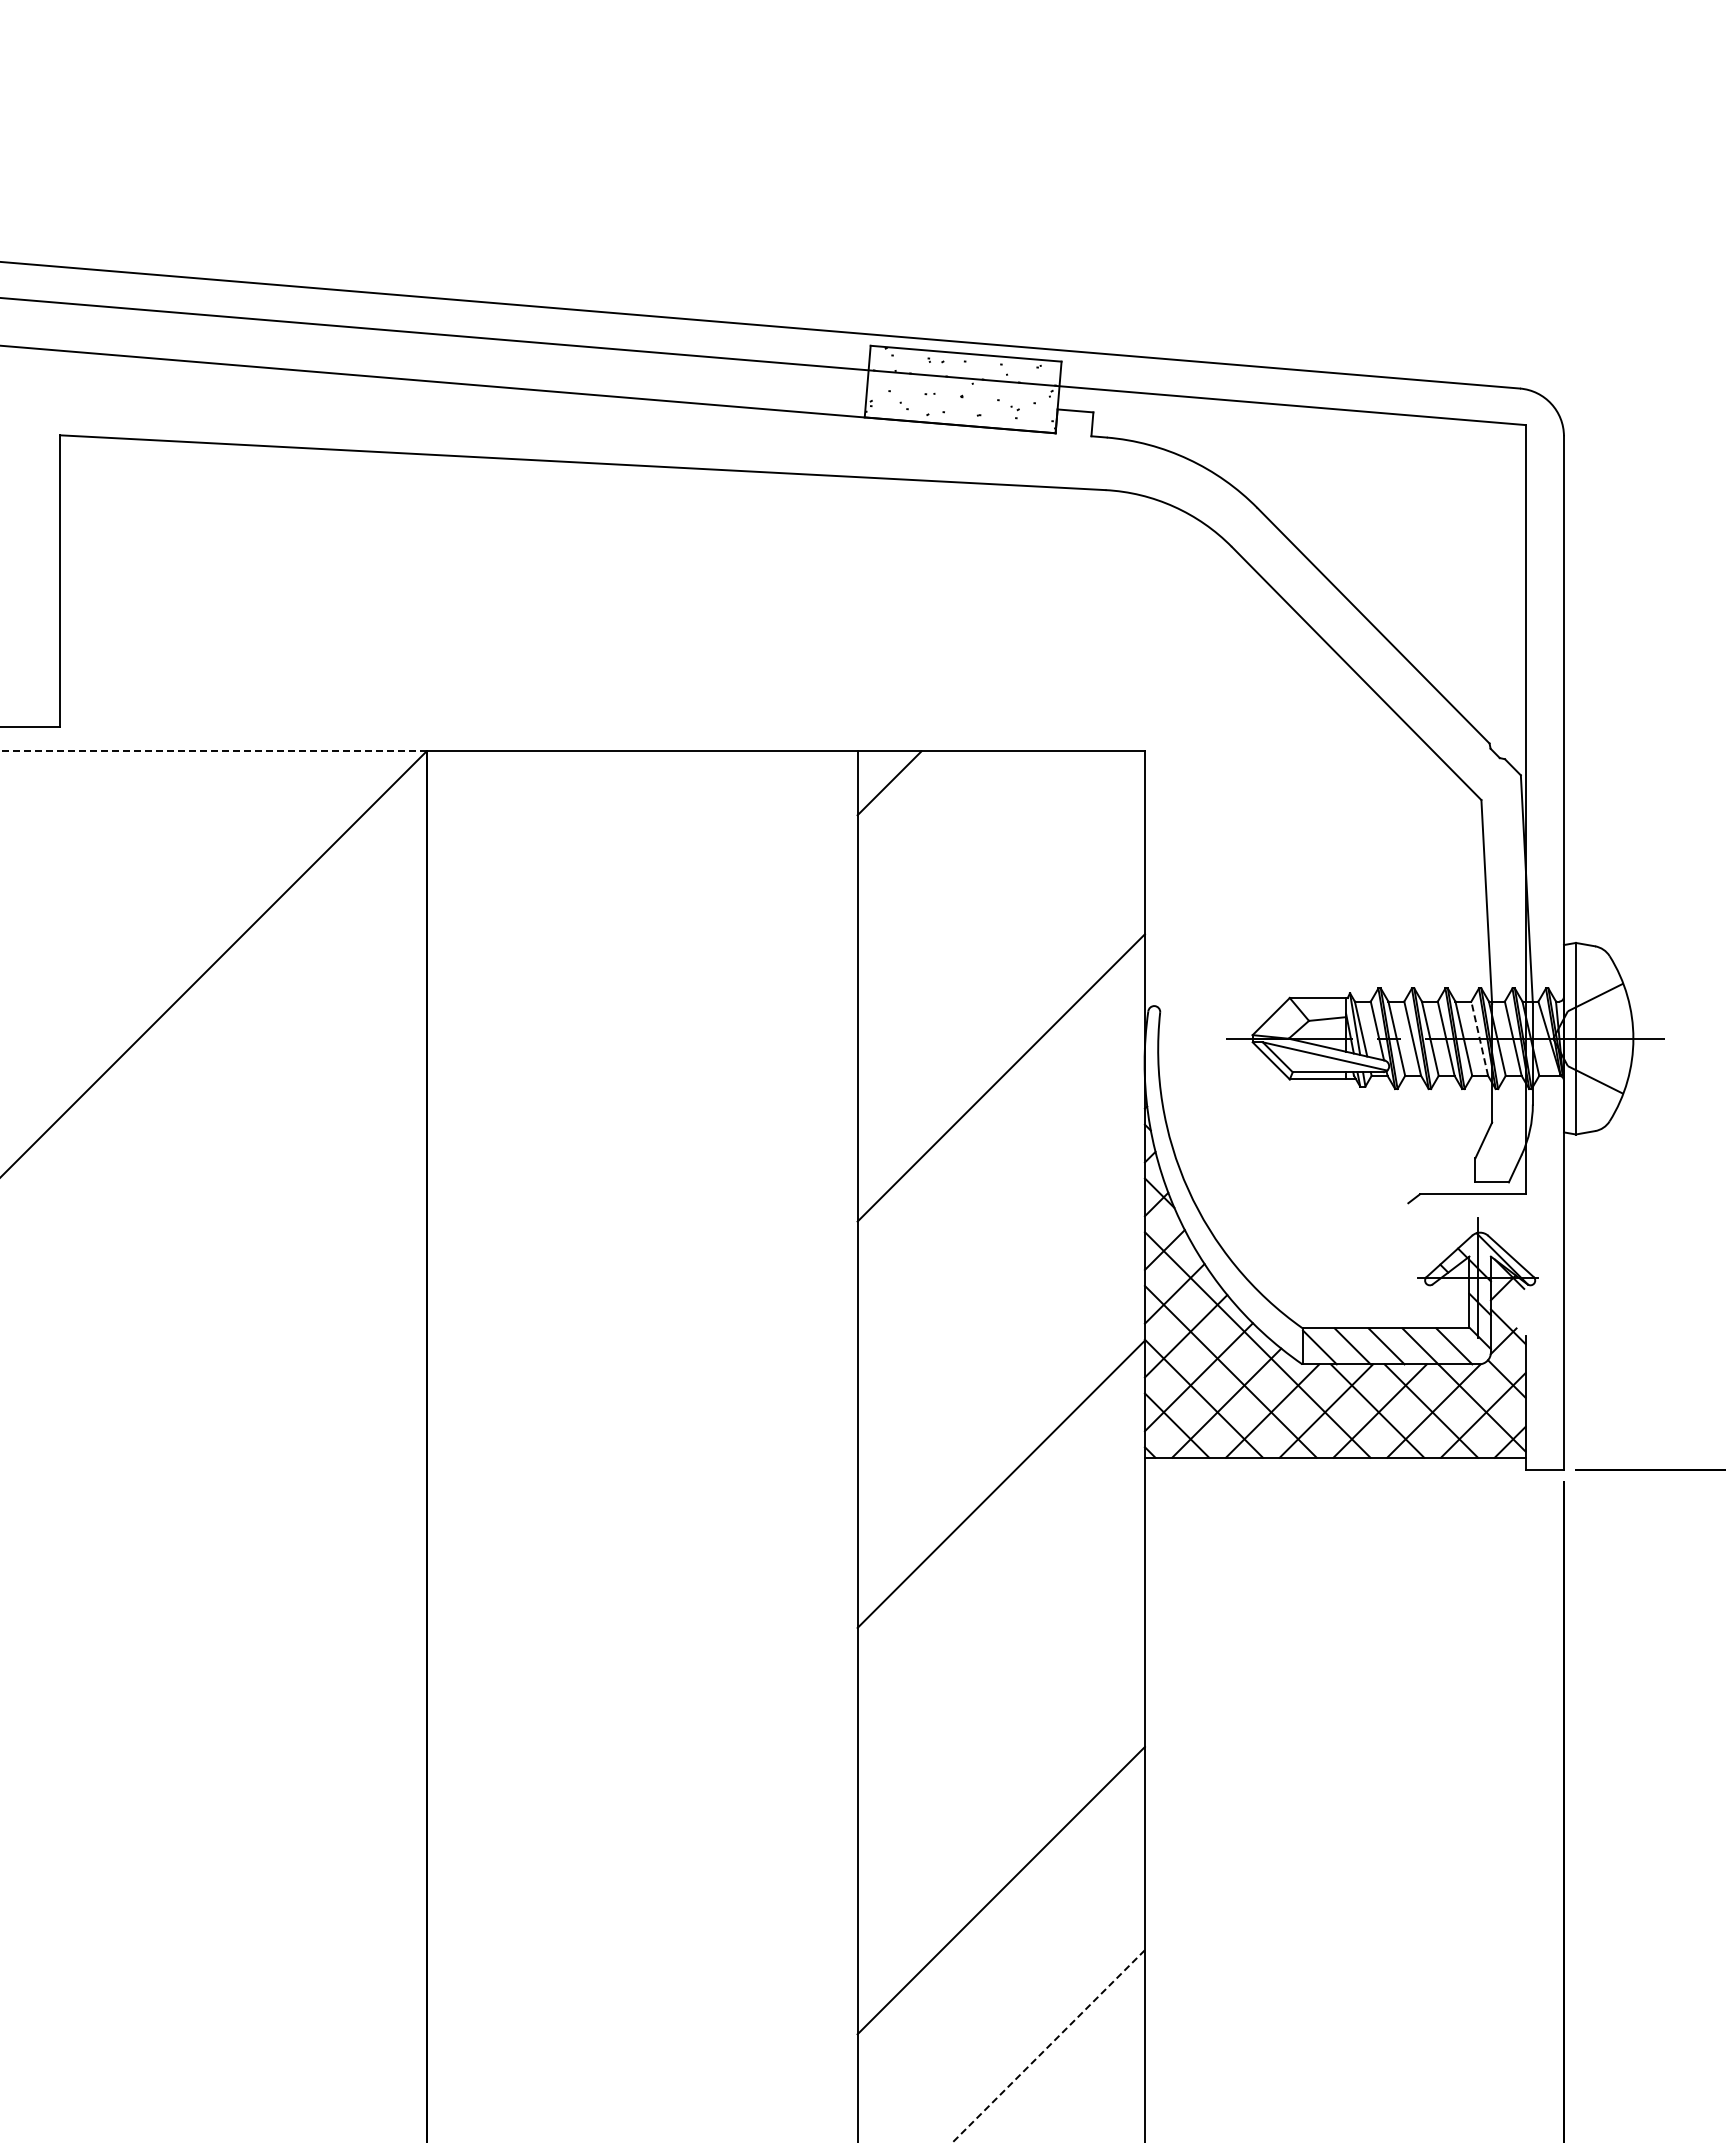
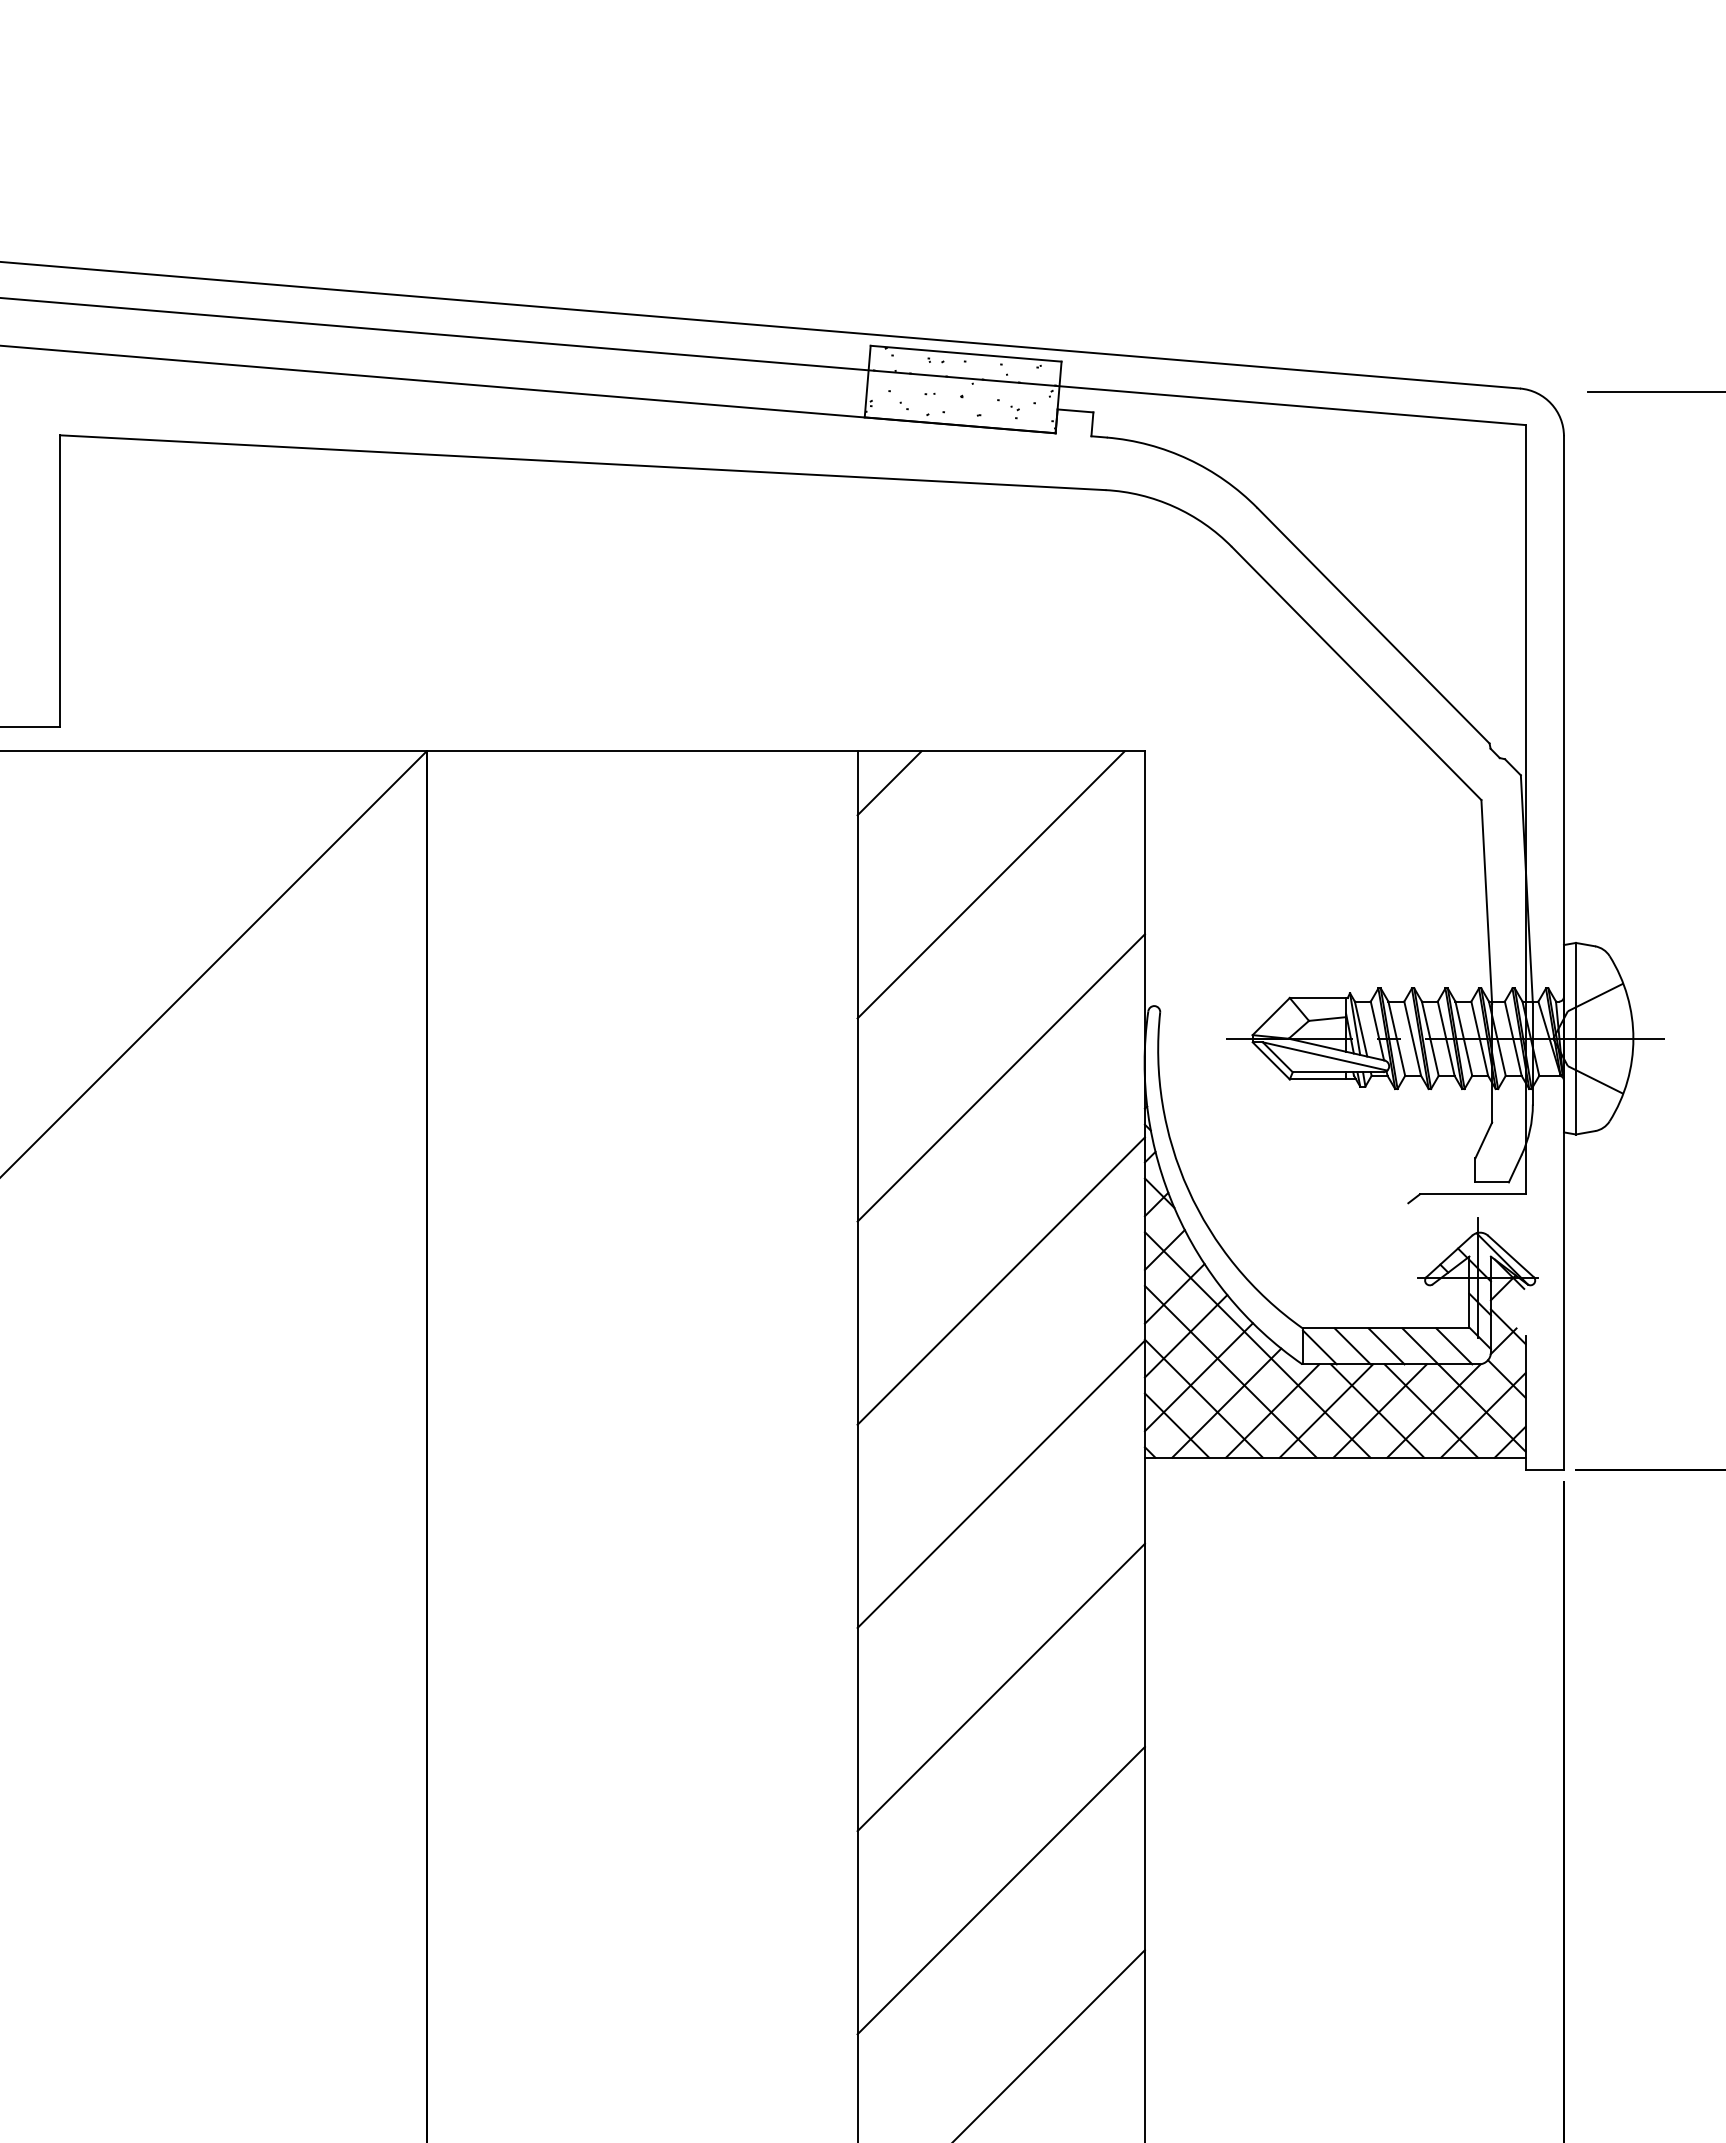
line at (1654, 392): none -> present
line at (213, 751): dashed -> solid
line at (990, 884): none -> present
line at (1479, 1038): dashed -> solid
line at (1000, 1280): none -> present
line at (1000, 1687): none -> present
line at (1048, 2046): dashed -> solid
